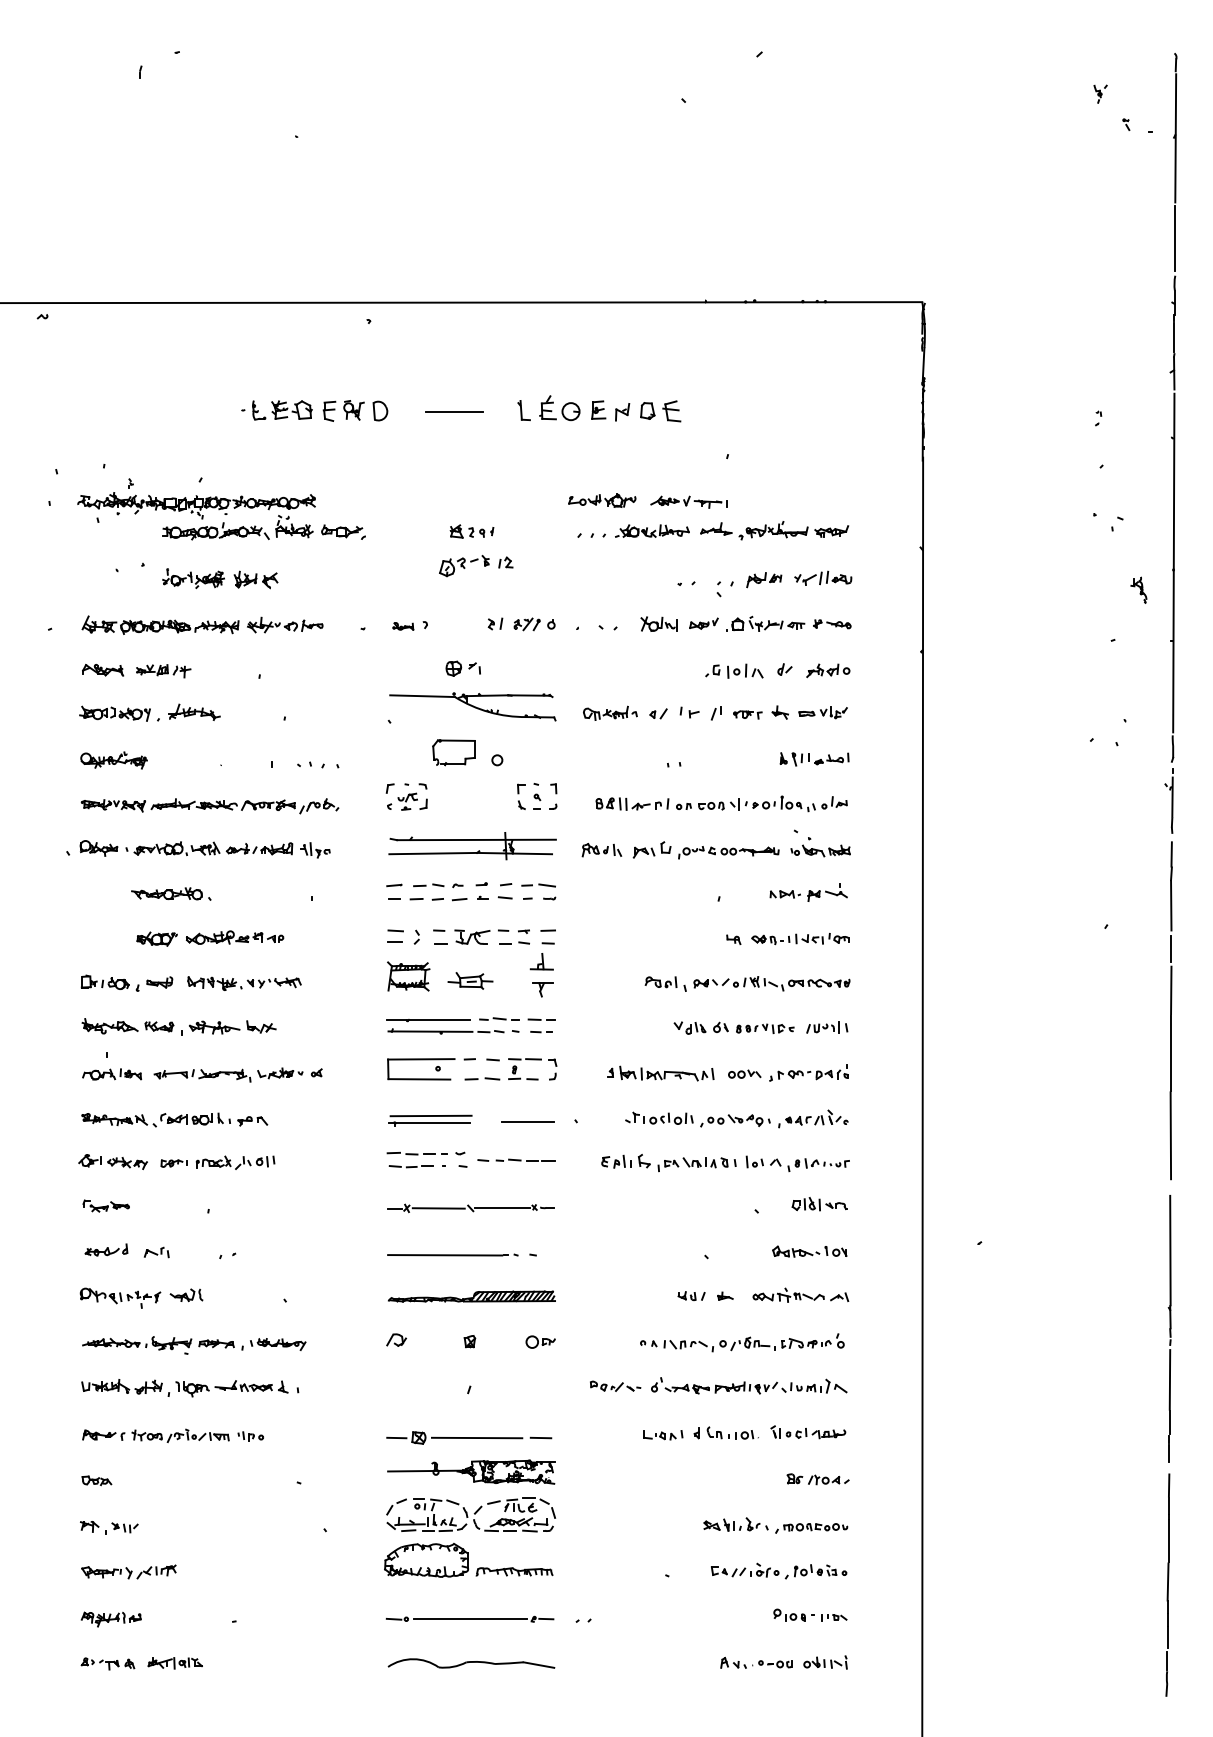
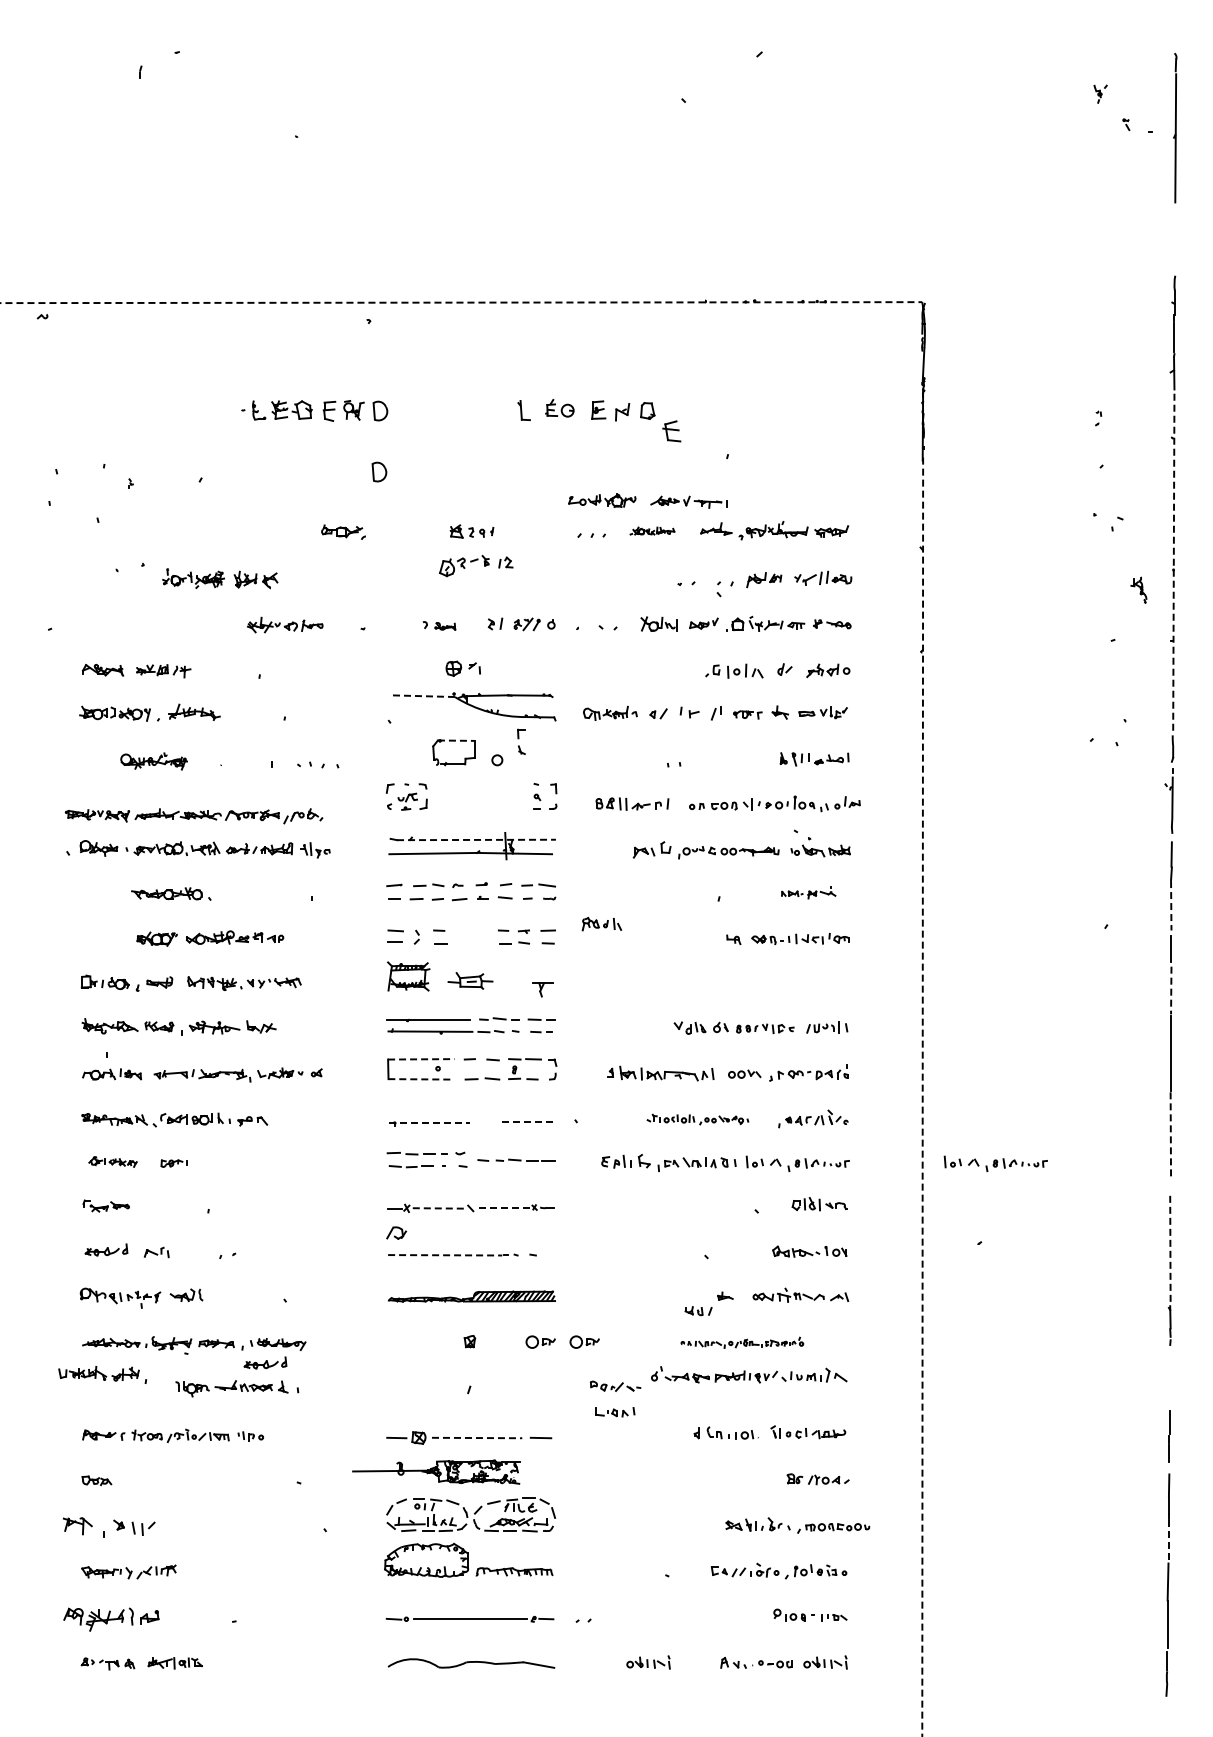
line at (1175, 238): present -> none
line at (461, 302): solid -> dashed
part at (559, 408) size: 42x27 px -> 30x19 px
part at (671, 411) position: (671, 411) -> (671, 431)
line at (454, 412): present -> none
part at (379, 471): none -> present
part at (196, 516): present -> none
part at (652, 530) size: 75x14 px -> 47x10 px
line at (1173, 563): solid -> dashed
part at (160, 624): present -> none
part at (403, 626) position: (403, 626) -> (445, 626)
line at (422, 696): solid -> dashed
line at (456, 740): solid -> dashed
part at (113, 760) position: (113, 760) -> (153, 761)
part at (521, 796) position: (521, 796) -> (521, 741)
part at (761, 803) position: (761, 803) -> (774, 803)
part at (209, 806) position: (209, 806) -> (193, 816)
line at (476, 839): solid -> dashed
part at (601, 850) position: (601, 850) -> (601, 924)
part at (808, 892) size: 79x19 px -> 56x14 px
line at (1171, 905): solid -> dashed
part at (472, 936): present -> none
part at (541, 961): present -> none
part at (747, 983): present -> none
line at (1171, 990): solid -> dashed
line at (421, 1059): solid -> dashed
line at (419, 1079): solid -> dashed
line at (922, 1097): solid -> dashed
line at (430, 1115): present -> none
part at (697, 1119) size: 146x17 px -> 104x13 px
line at (528, 1121): solid -> dashed
line at (429, 1122): solid -> dashed
line at (1170, 1136): solid -> dashed
part at (112, 1161) size: 70x16 px -> 50x12 px
part at (235, 1162): present -> none
part at (995, 1163): none -> present
line at (502, 1207): solid -> dashed
line at (438, 1208): solid -> dashed
line at (1170, 1250): solid -> dashed
line at (445, 1255): solid -> dashed
part at (691, 1295) position: (691, 1295) -> (698, 1310)
part at (396, 1339) position: (396, 1339) -> (396, 1232)
part at (584, 1341): none -> present
part at (742, 1342) size: 205x20 px -> 125x13 px
part at (265, 1362): none -> present
line at (1169, 1379): present -> none
part at (749, 1385) position: (749, 1385) -> (749, 1374)
part at (125, 1387) position: (125, 1387) -> (102, 1374)
part at (663, 1435) position: (663, 1435) -> (615, 1412)
line at (477, 1438): solid -> dashed
part at (471, 1471) position: (471, 1471) -> (436, 1471)
part at (775, 1525) position: (775, 1525) -> (797, 1525)
part at (109, 1527) size: 59x14 px -> 93x21 px
line at (1168, 1541): solid -> dashed
part at (110, 1619) size: 62x17 px -> 97x25 px
part at (648, 1662): none -> present
